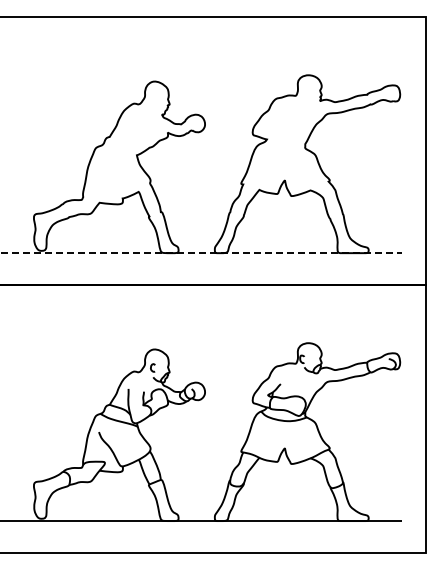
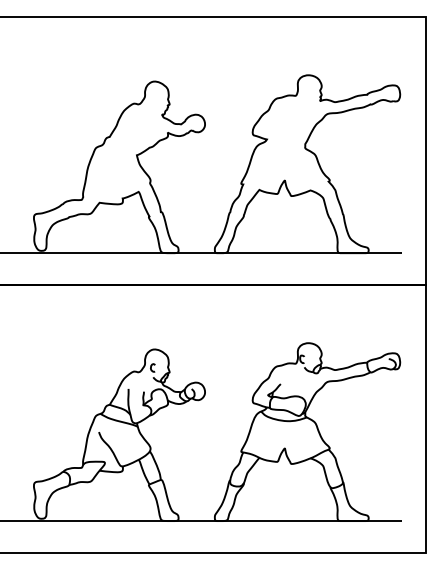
line at (200, 253): dashed -> solid
